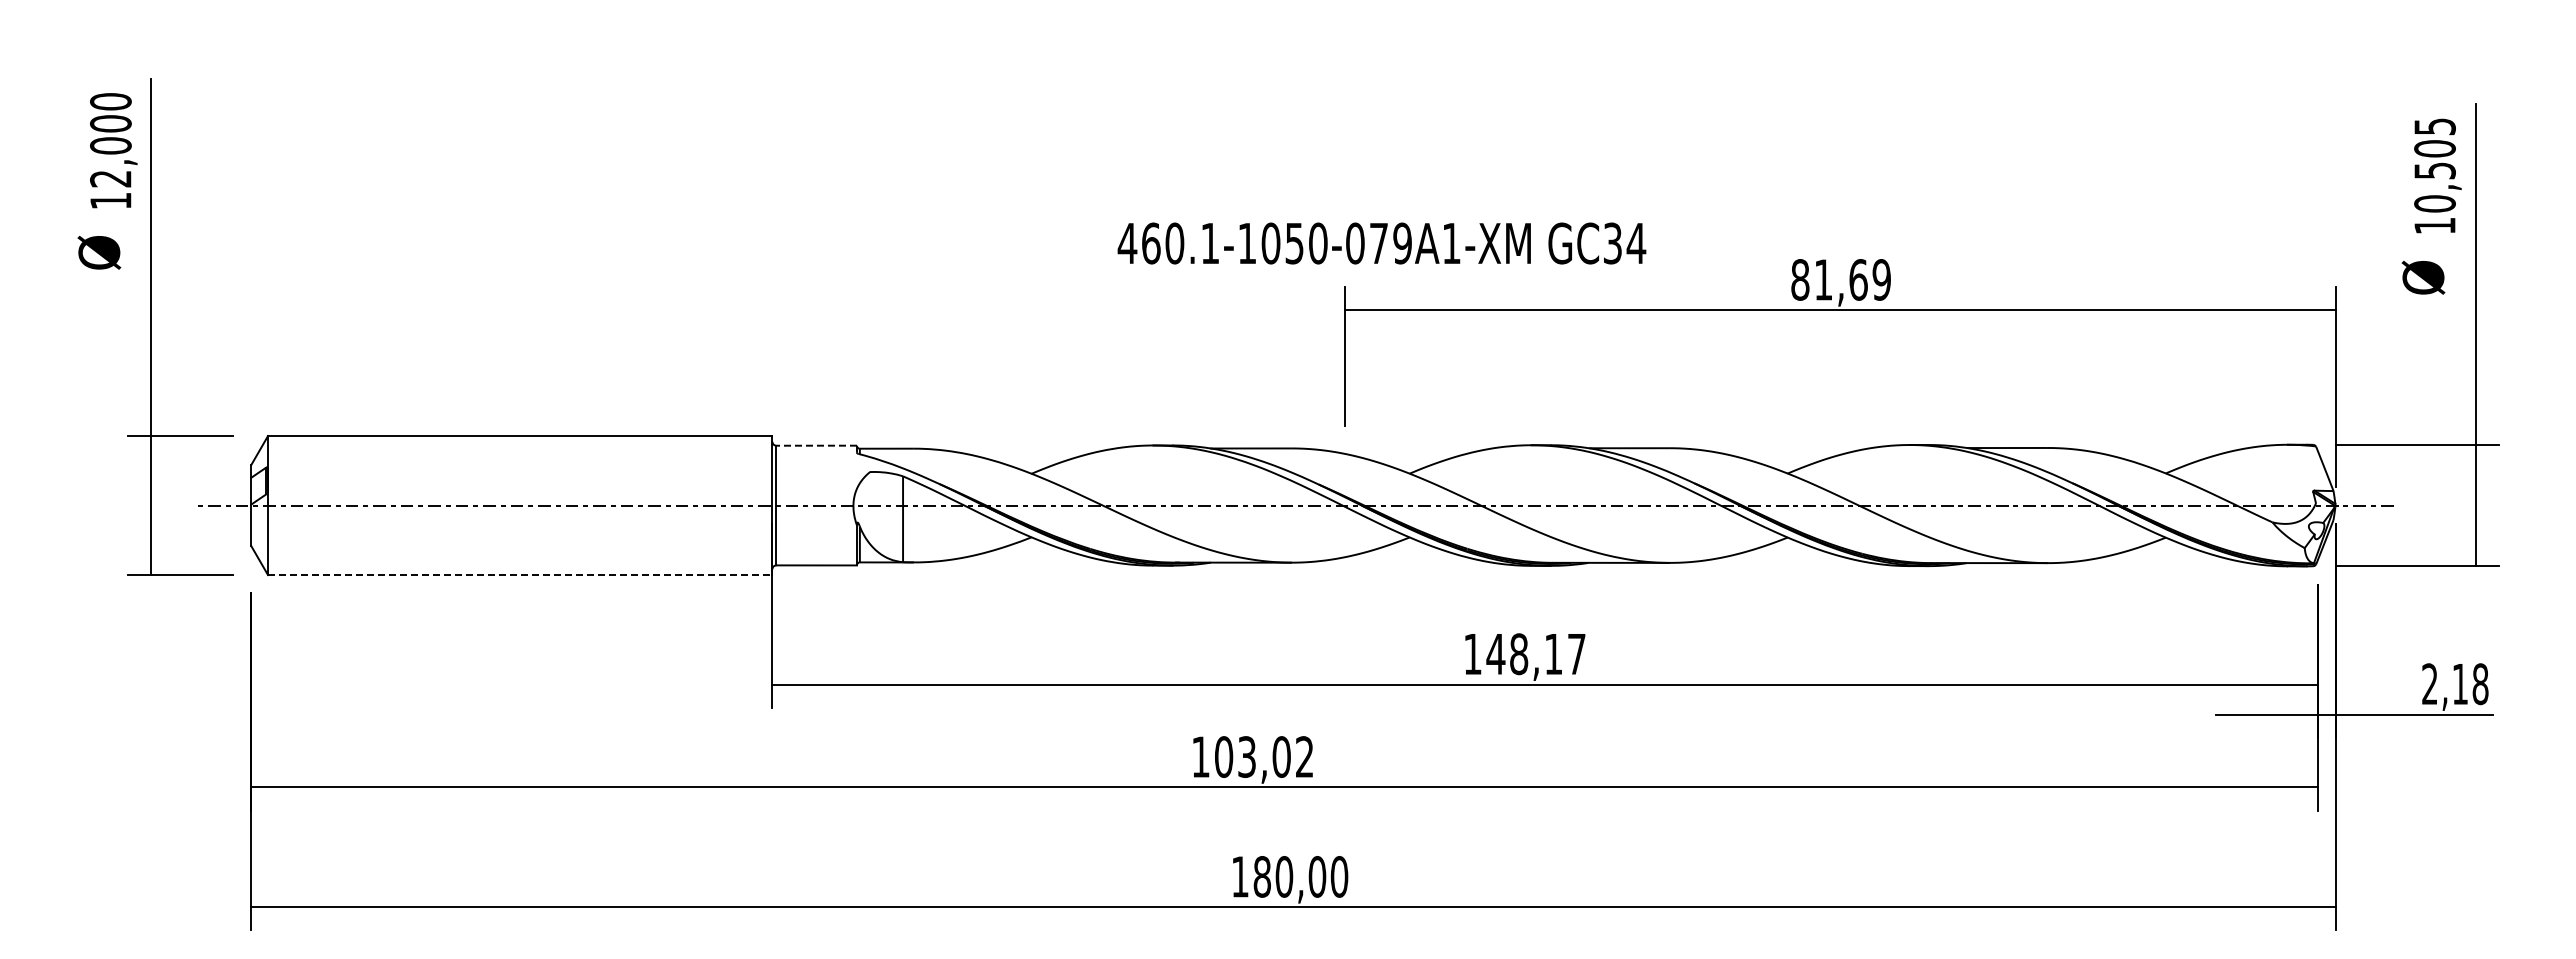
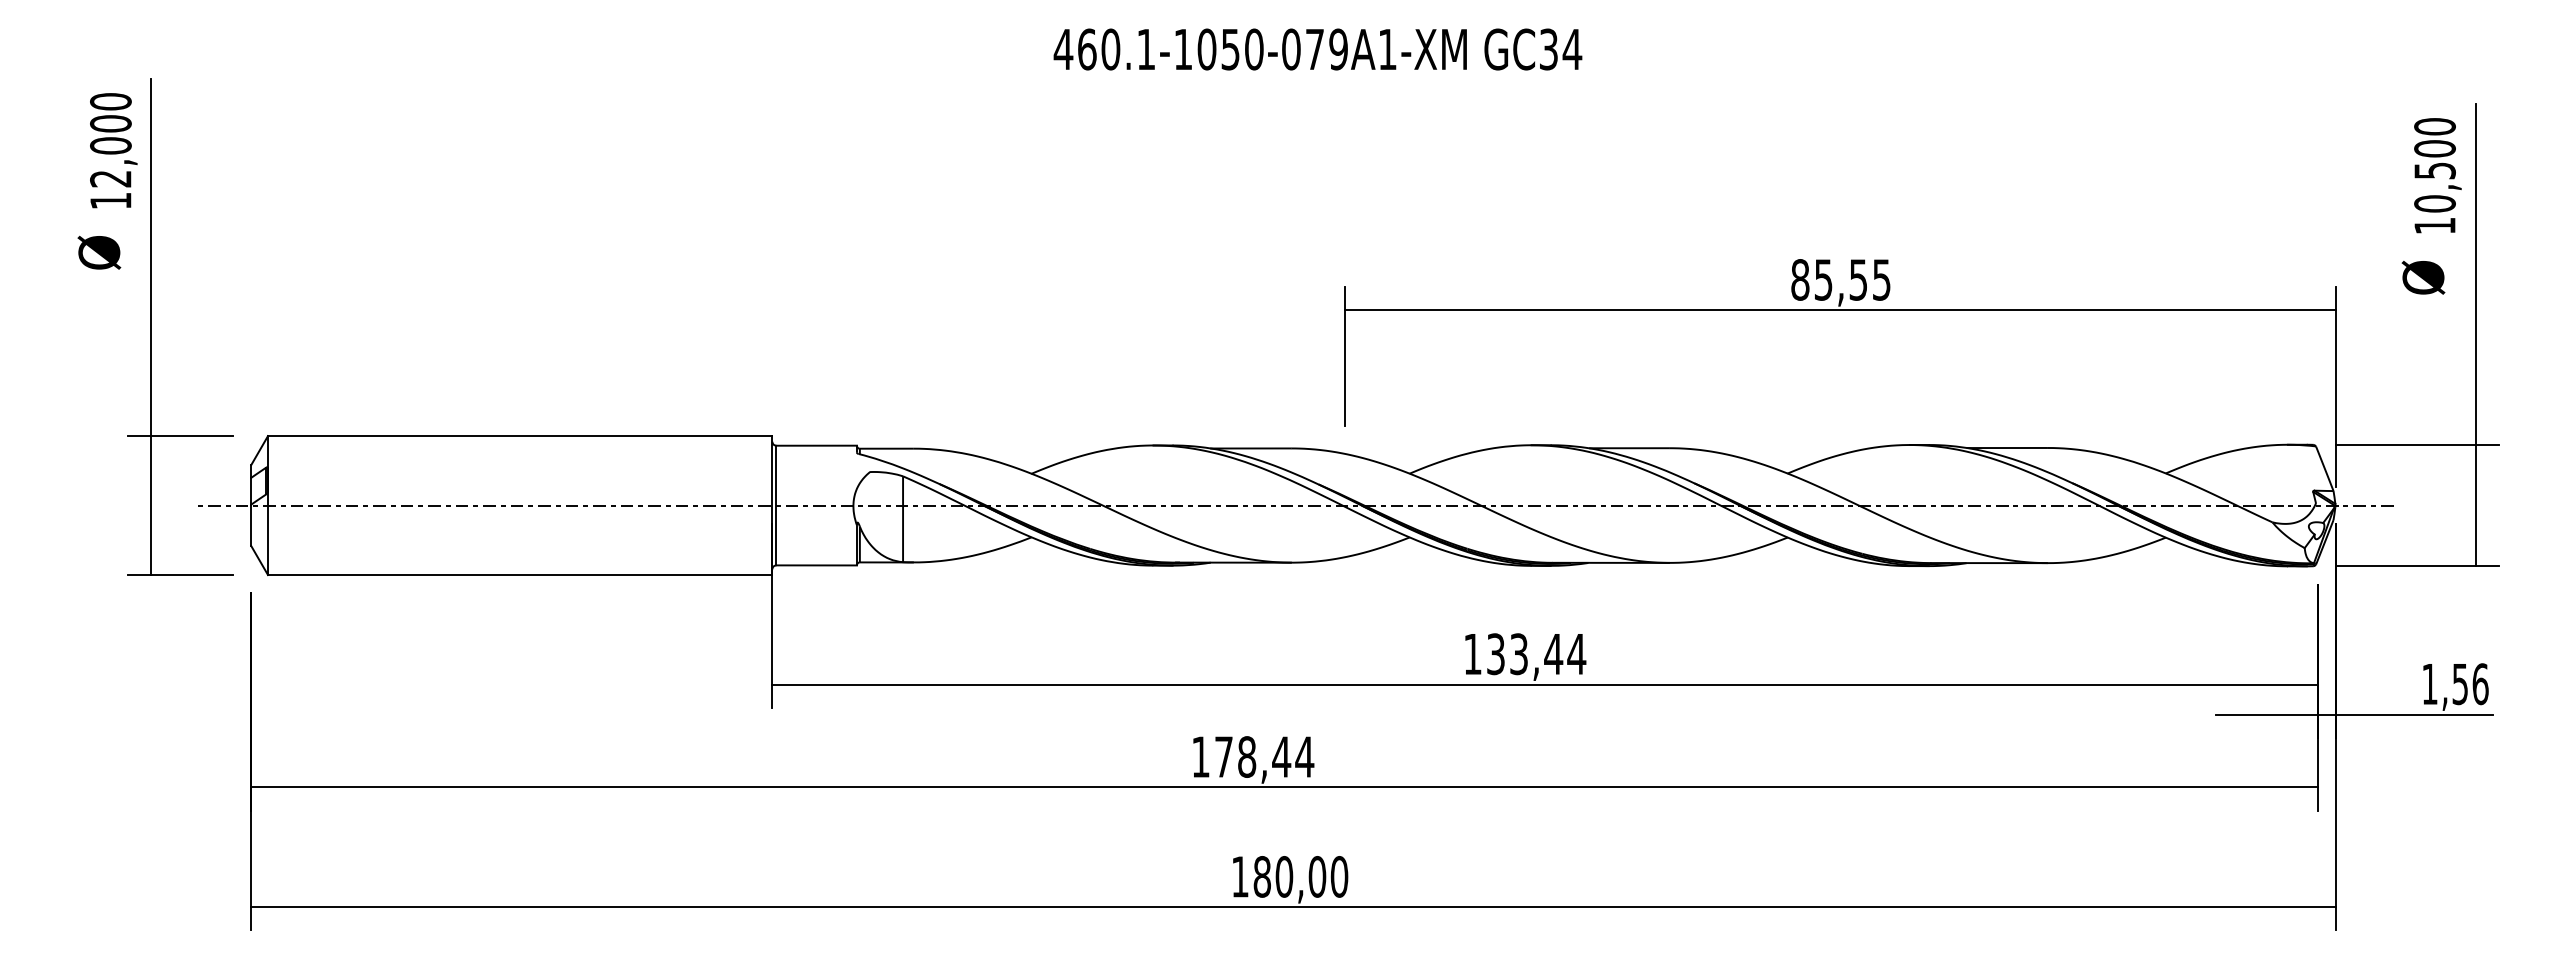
text at (2434, 126): 10,505 -> 10,500
text at (1381, 243) position: (1381, 243) -> (1317, 49)
text at (1852, 279): 81,69 -> 85,55
line at (816, 445): dashed -> solid
line at (520, 575): dashed -> solid
text at (1536, 654): 148,17 -> 133,44
text at (2455, 684): 2,18 -> 1,56
text at (1264, 756): 103,02 -> 178,44
